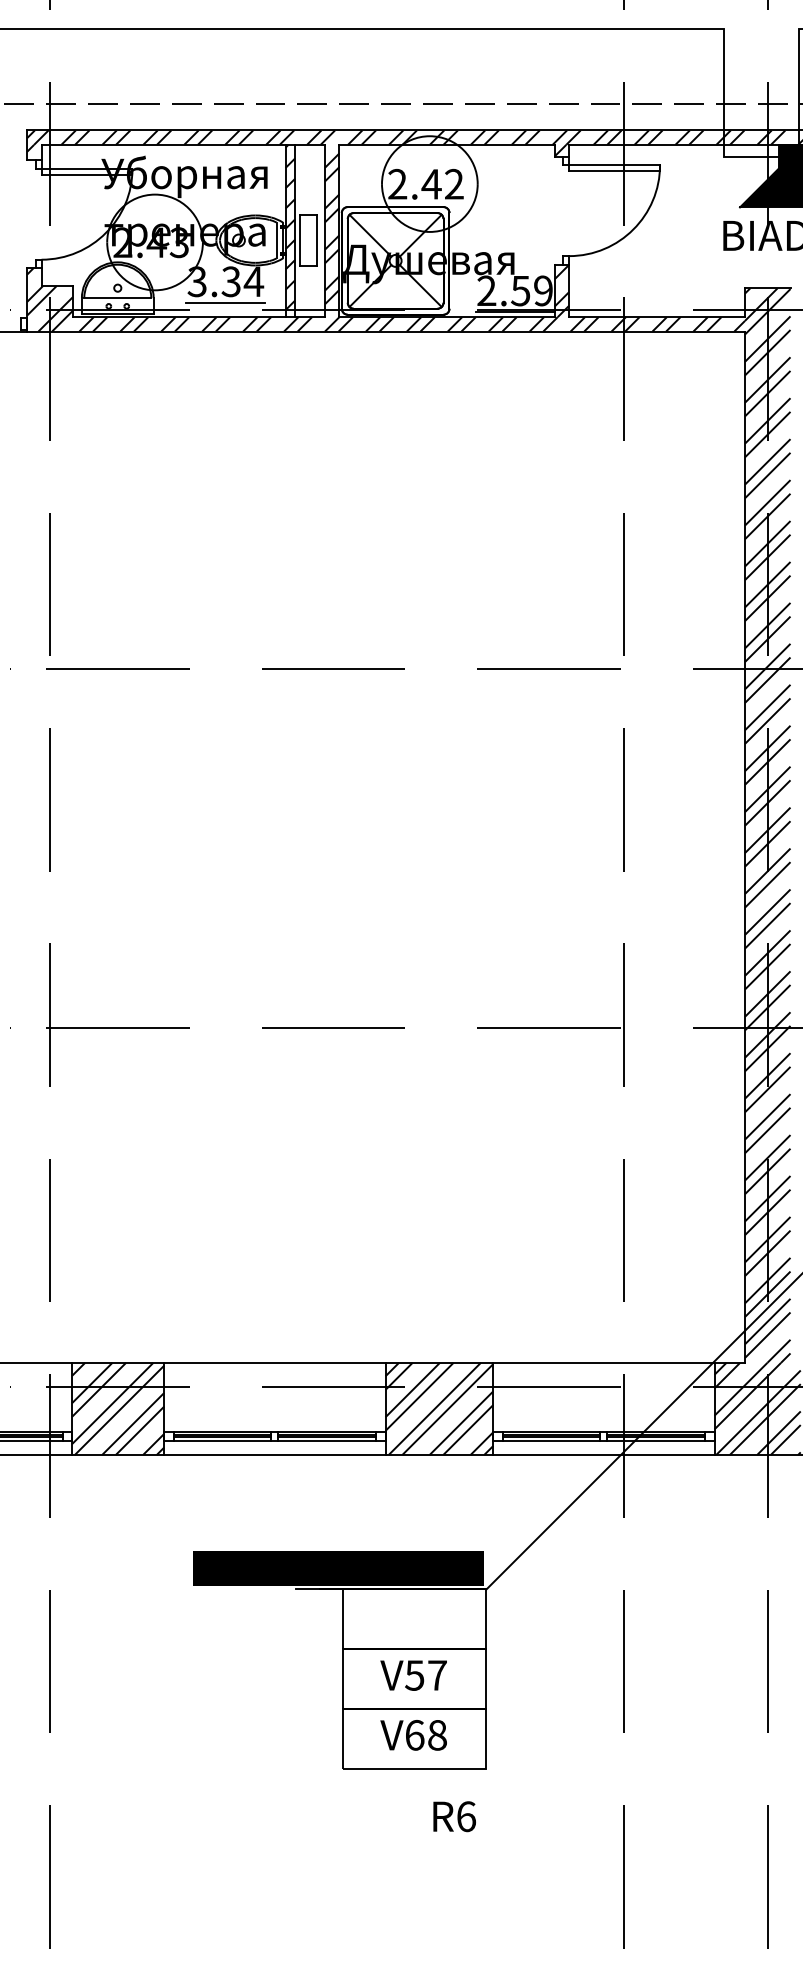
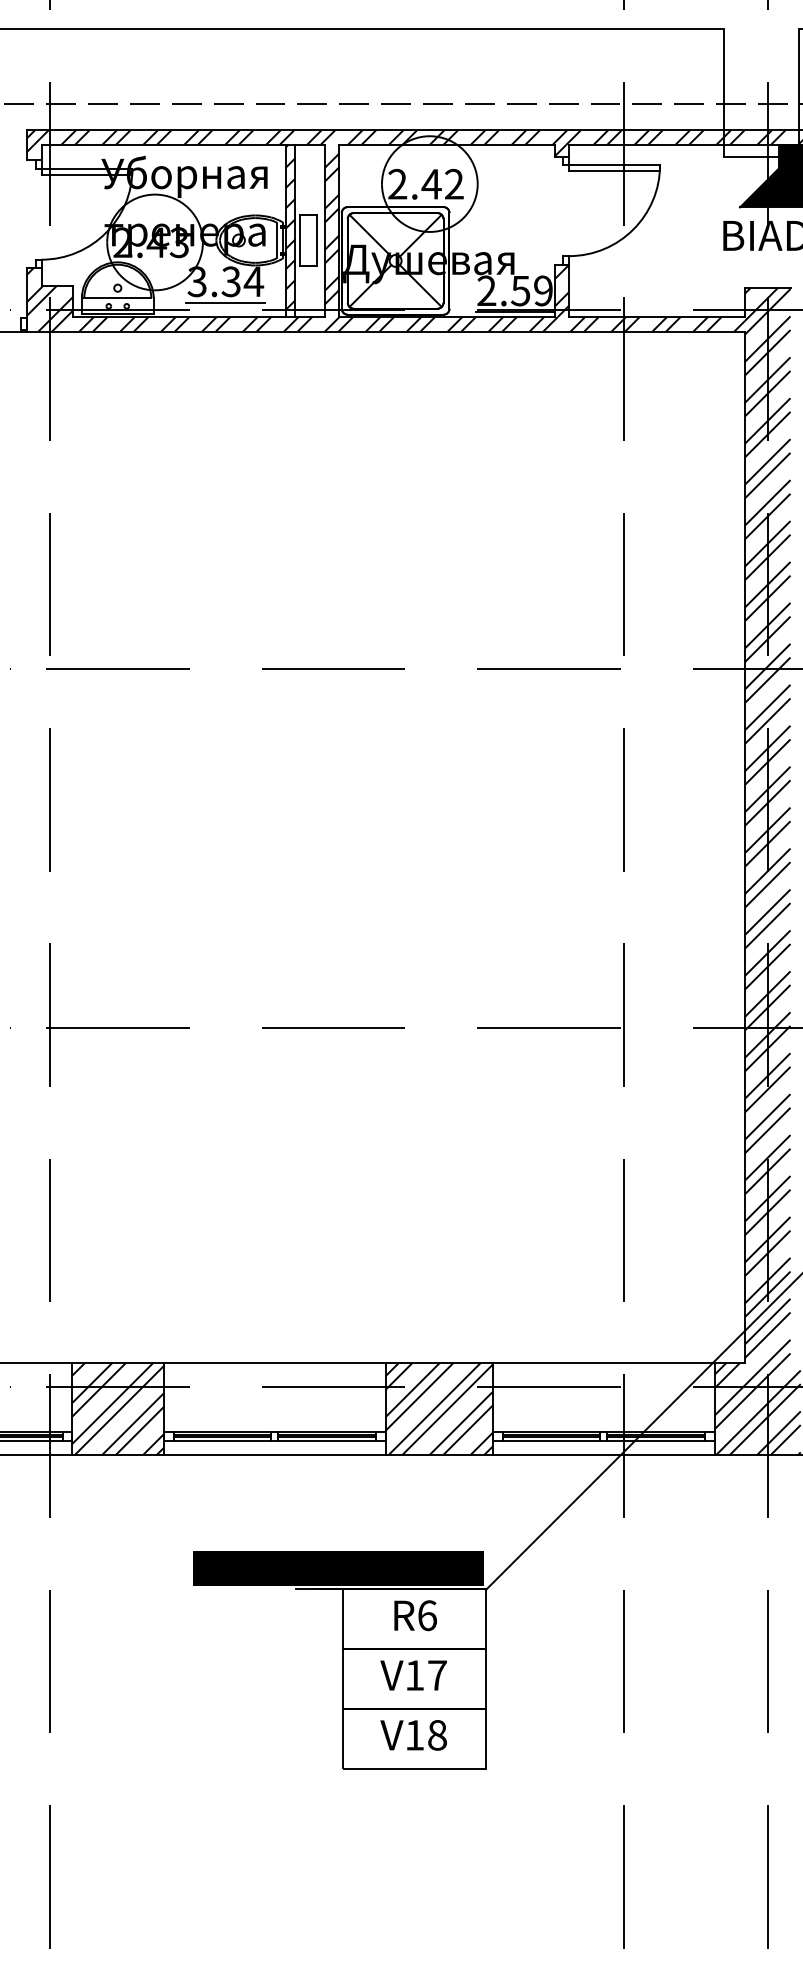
text at (414, 1675): V57 -> V17
text at (415, 1734): V68 -> V18
text at (454, 1816) position: (454, 1816) -> (415, 1615)
